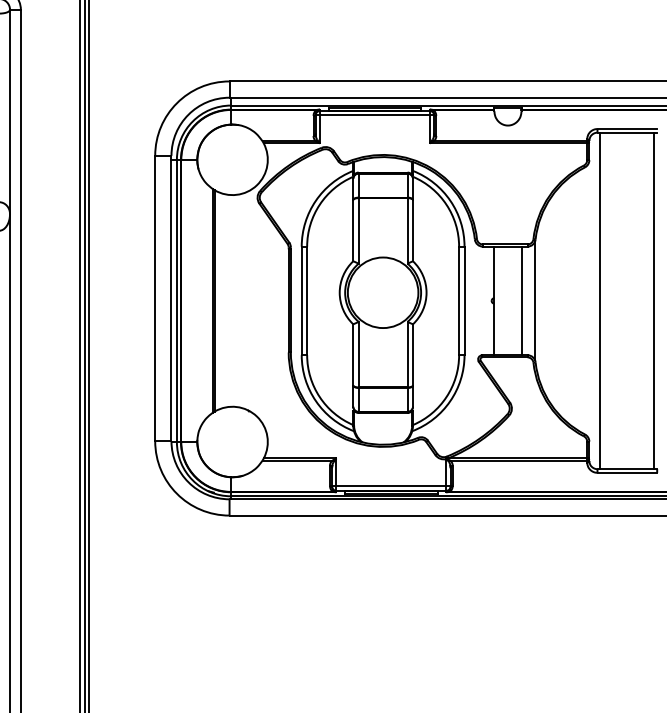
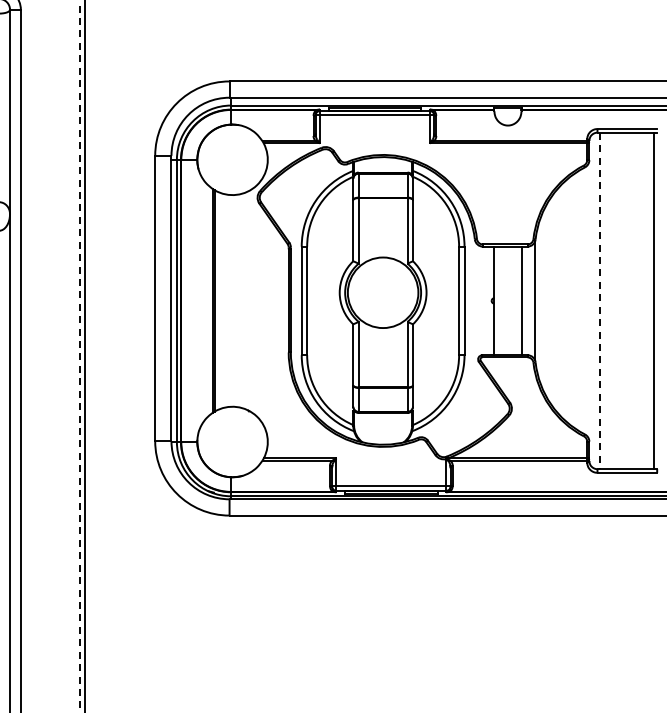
line at (600, 301): solid -> dashed
line at (89, 355): present -> none
line at (79, 356): solid -> dashed
